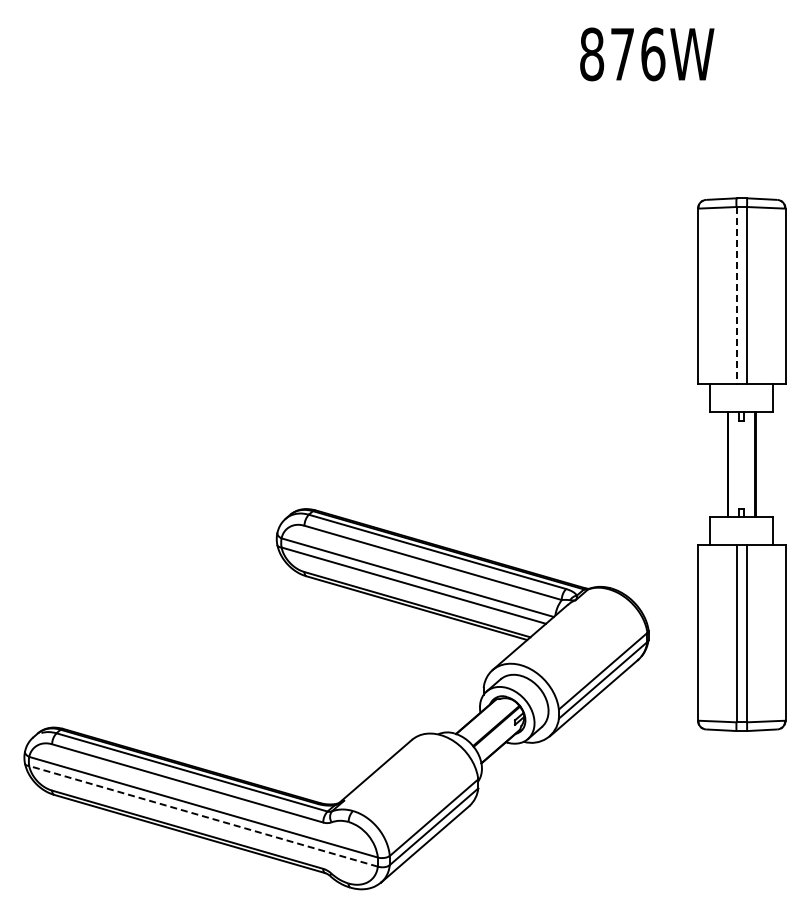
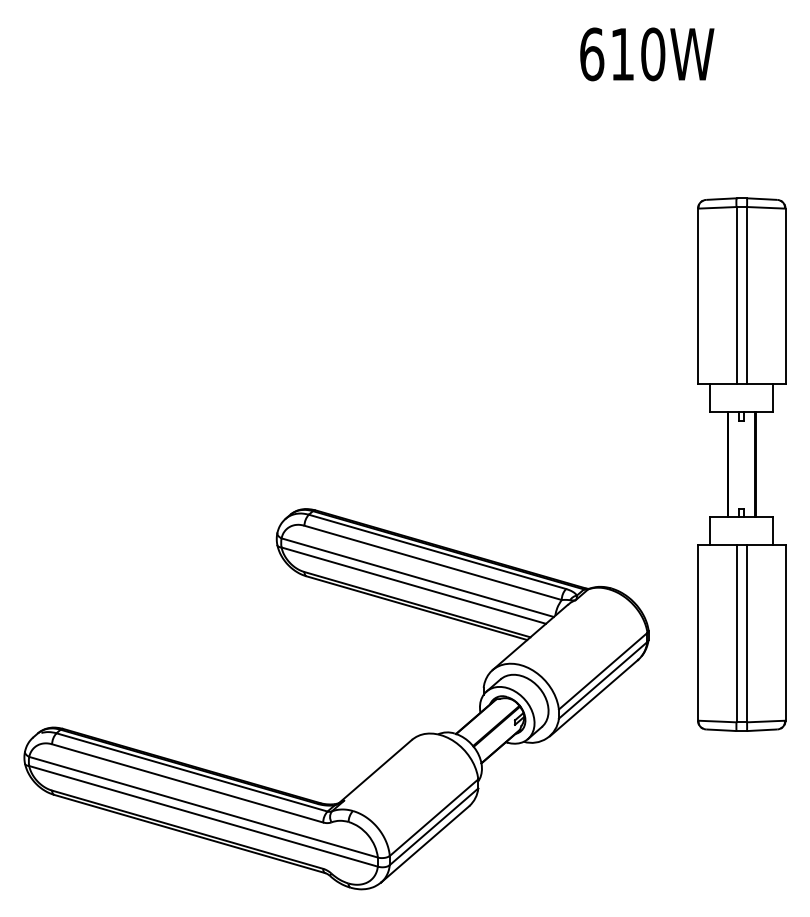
text at (622, 54): 876W -> 610W
line at (736, 296): dashed -> solid
line at (203, 816): dashed -> solid
